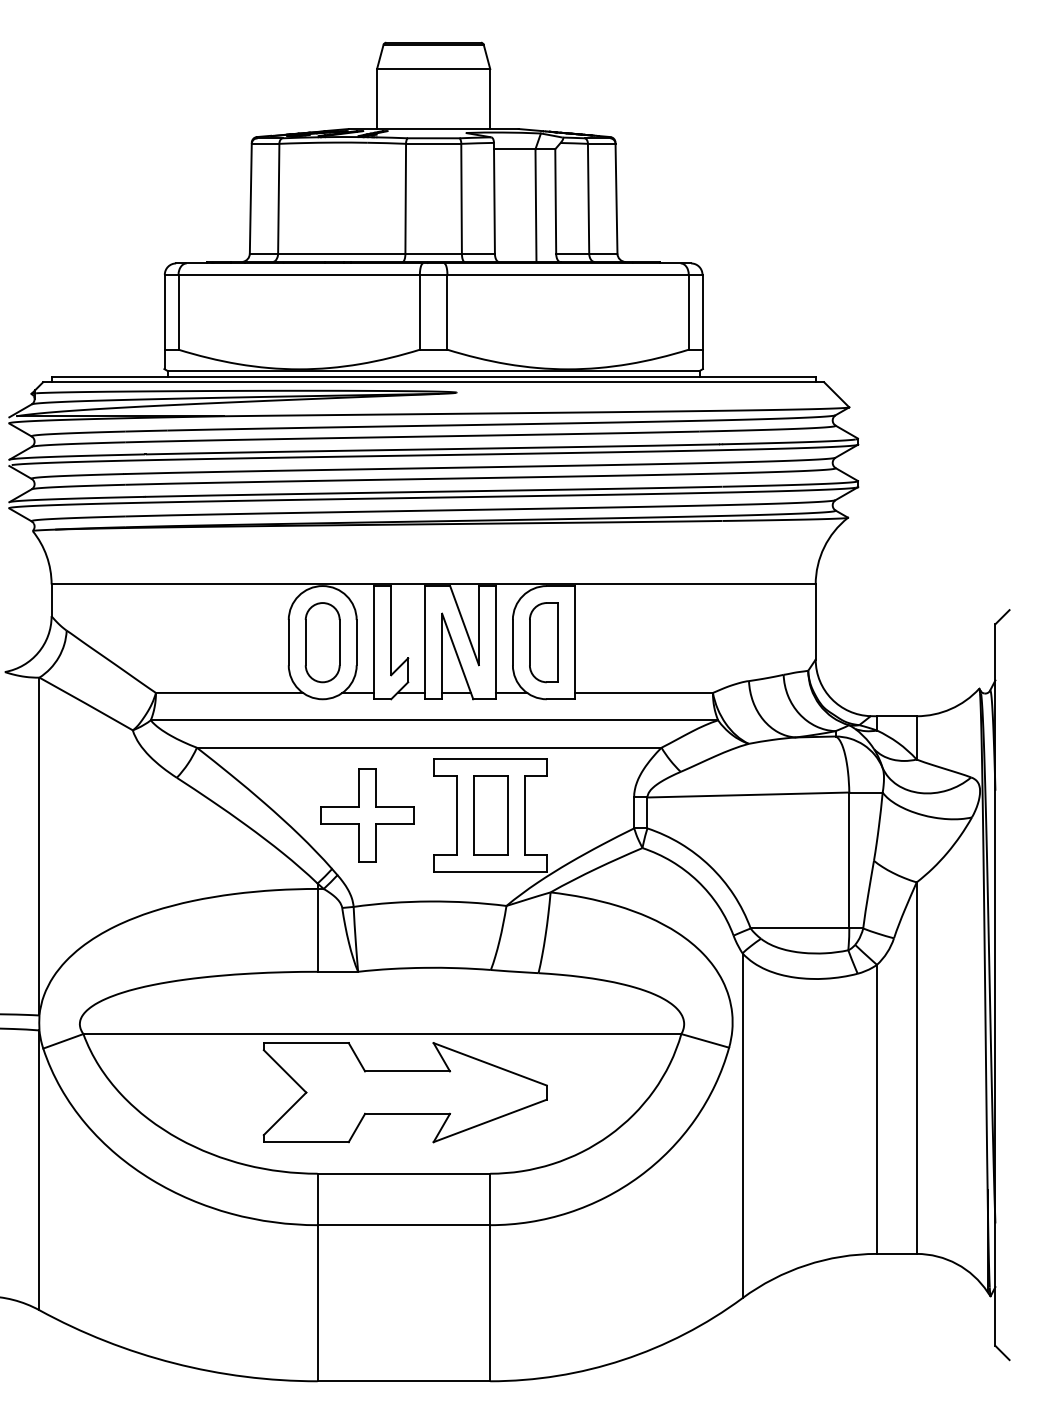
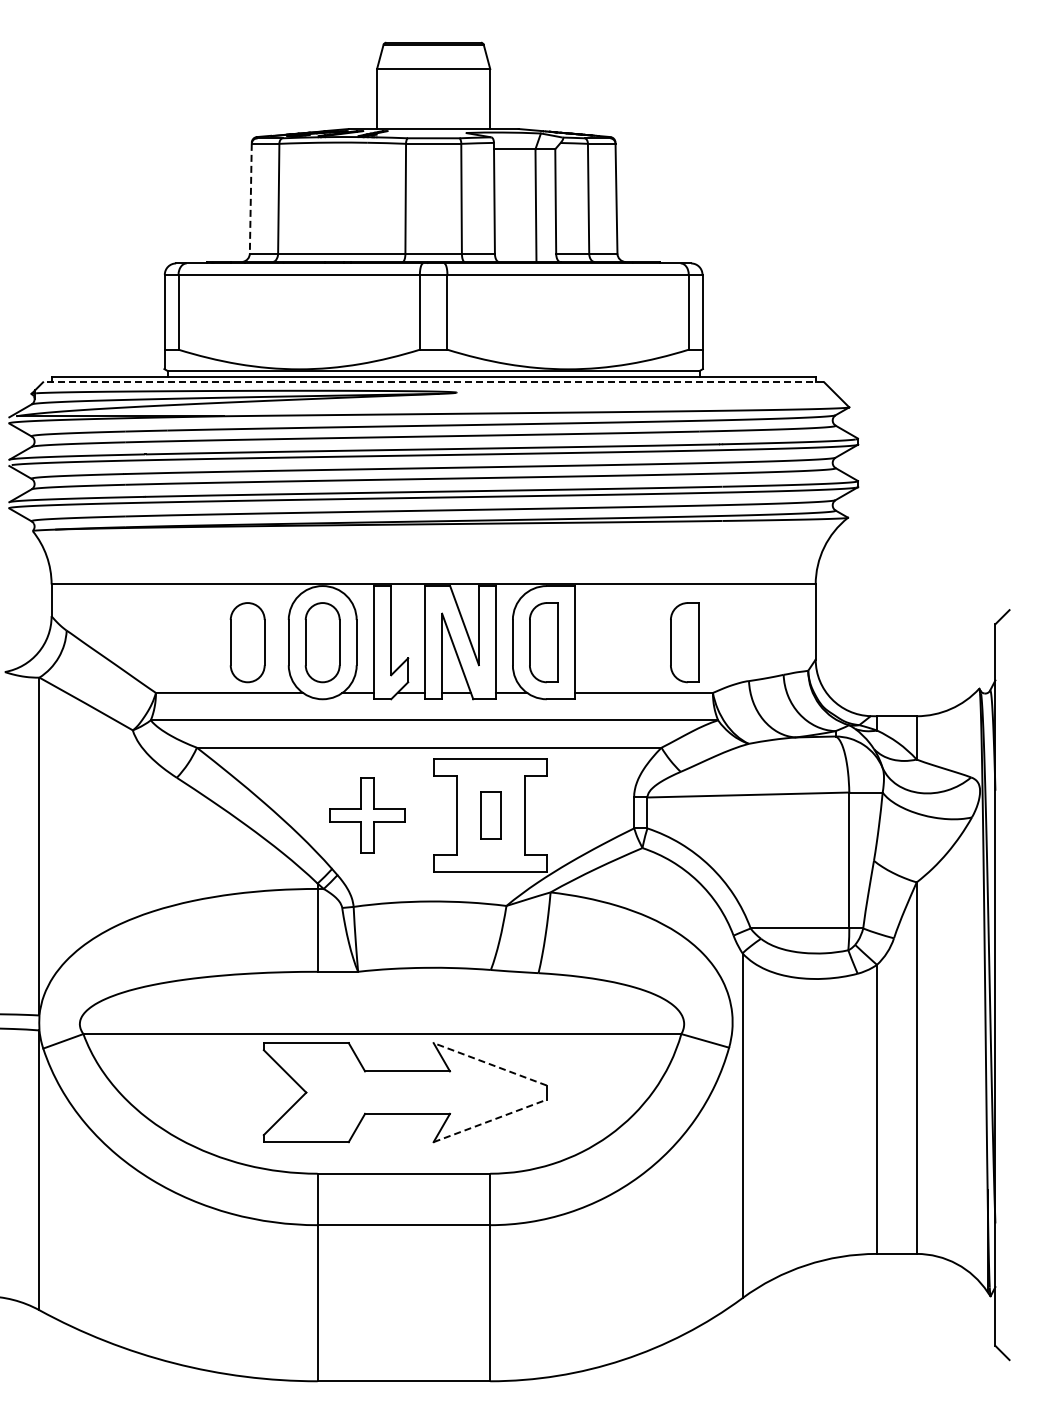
line at (250, 198): solid -> dashed
line at (433, 382): solid -> dashed
part at (247, 642): none -> present
part at (684, 642): none -> present
part at (367, 815) size: 95x95 px -> 77x77 px
part at (490, 815) size: 36x81 px -> 22x49 px
line at (489, 1064): solid -> dashed
line at (490, 1120): solid -> dashed
